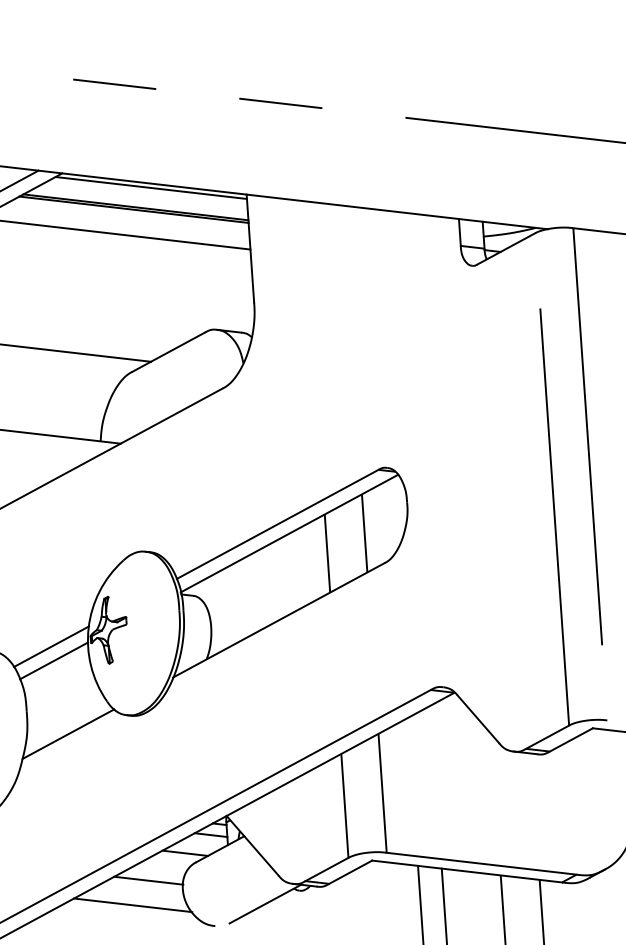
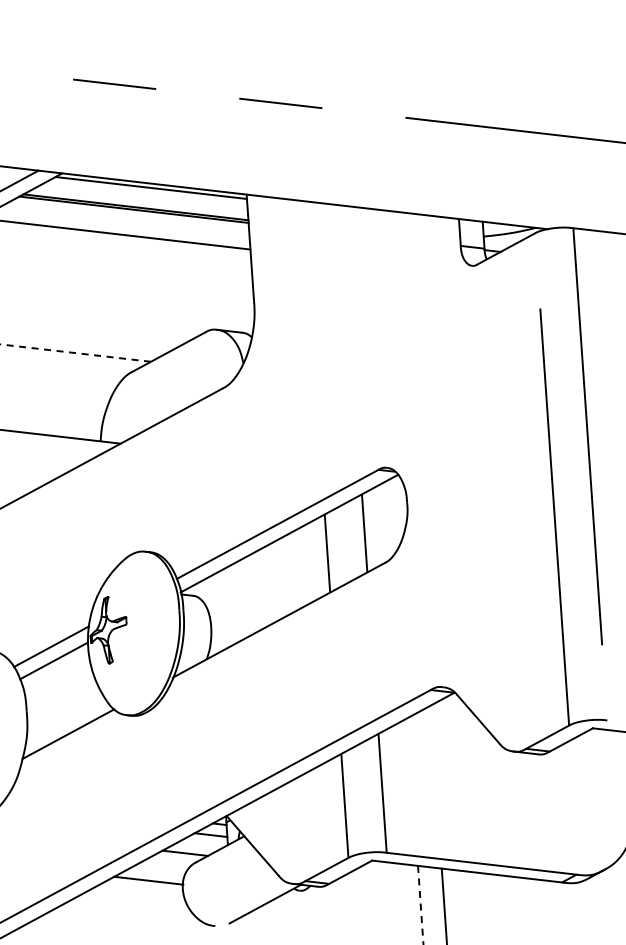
line at (75, 353): solid -> dashed
line at (133, 905): present -> none
line at (420, 905): solid -> dashed
line at (502, 908): present -> none
line at (541, 910): present -> none
